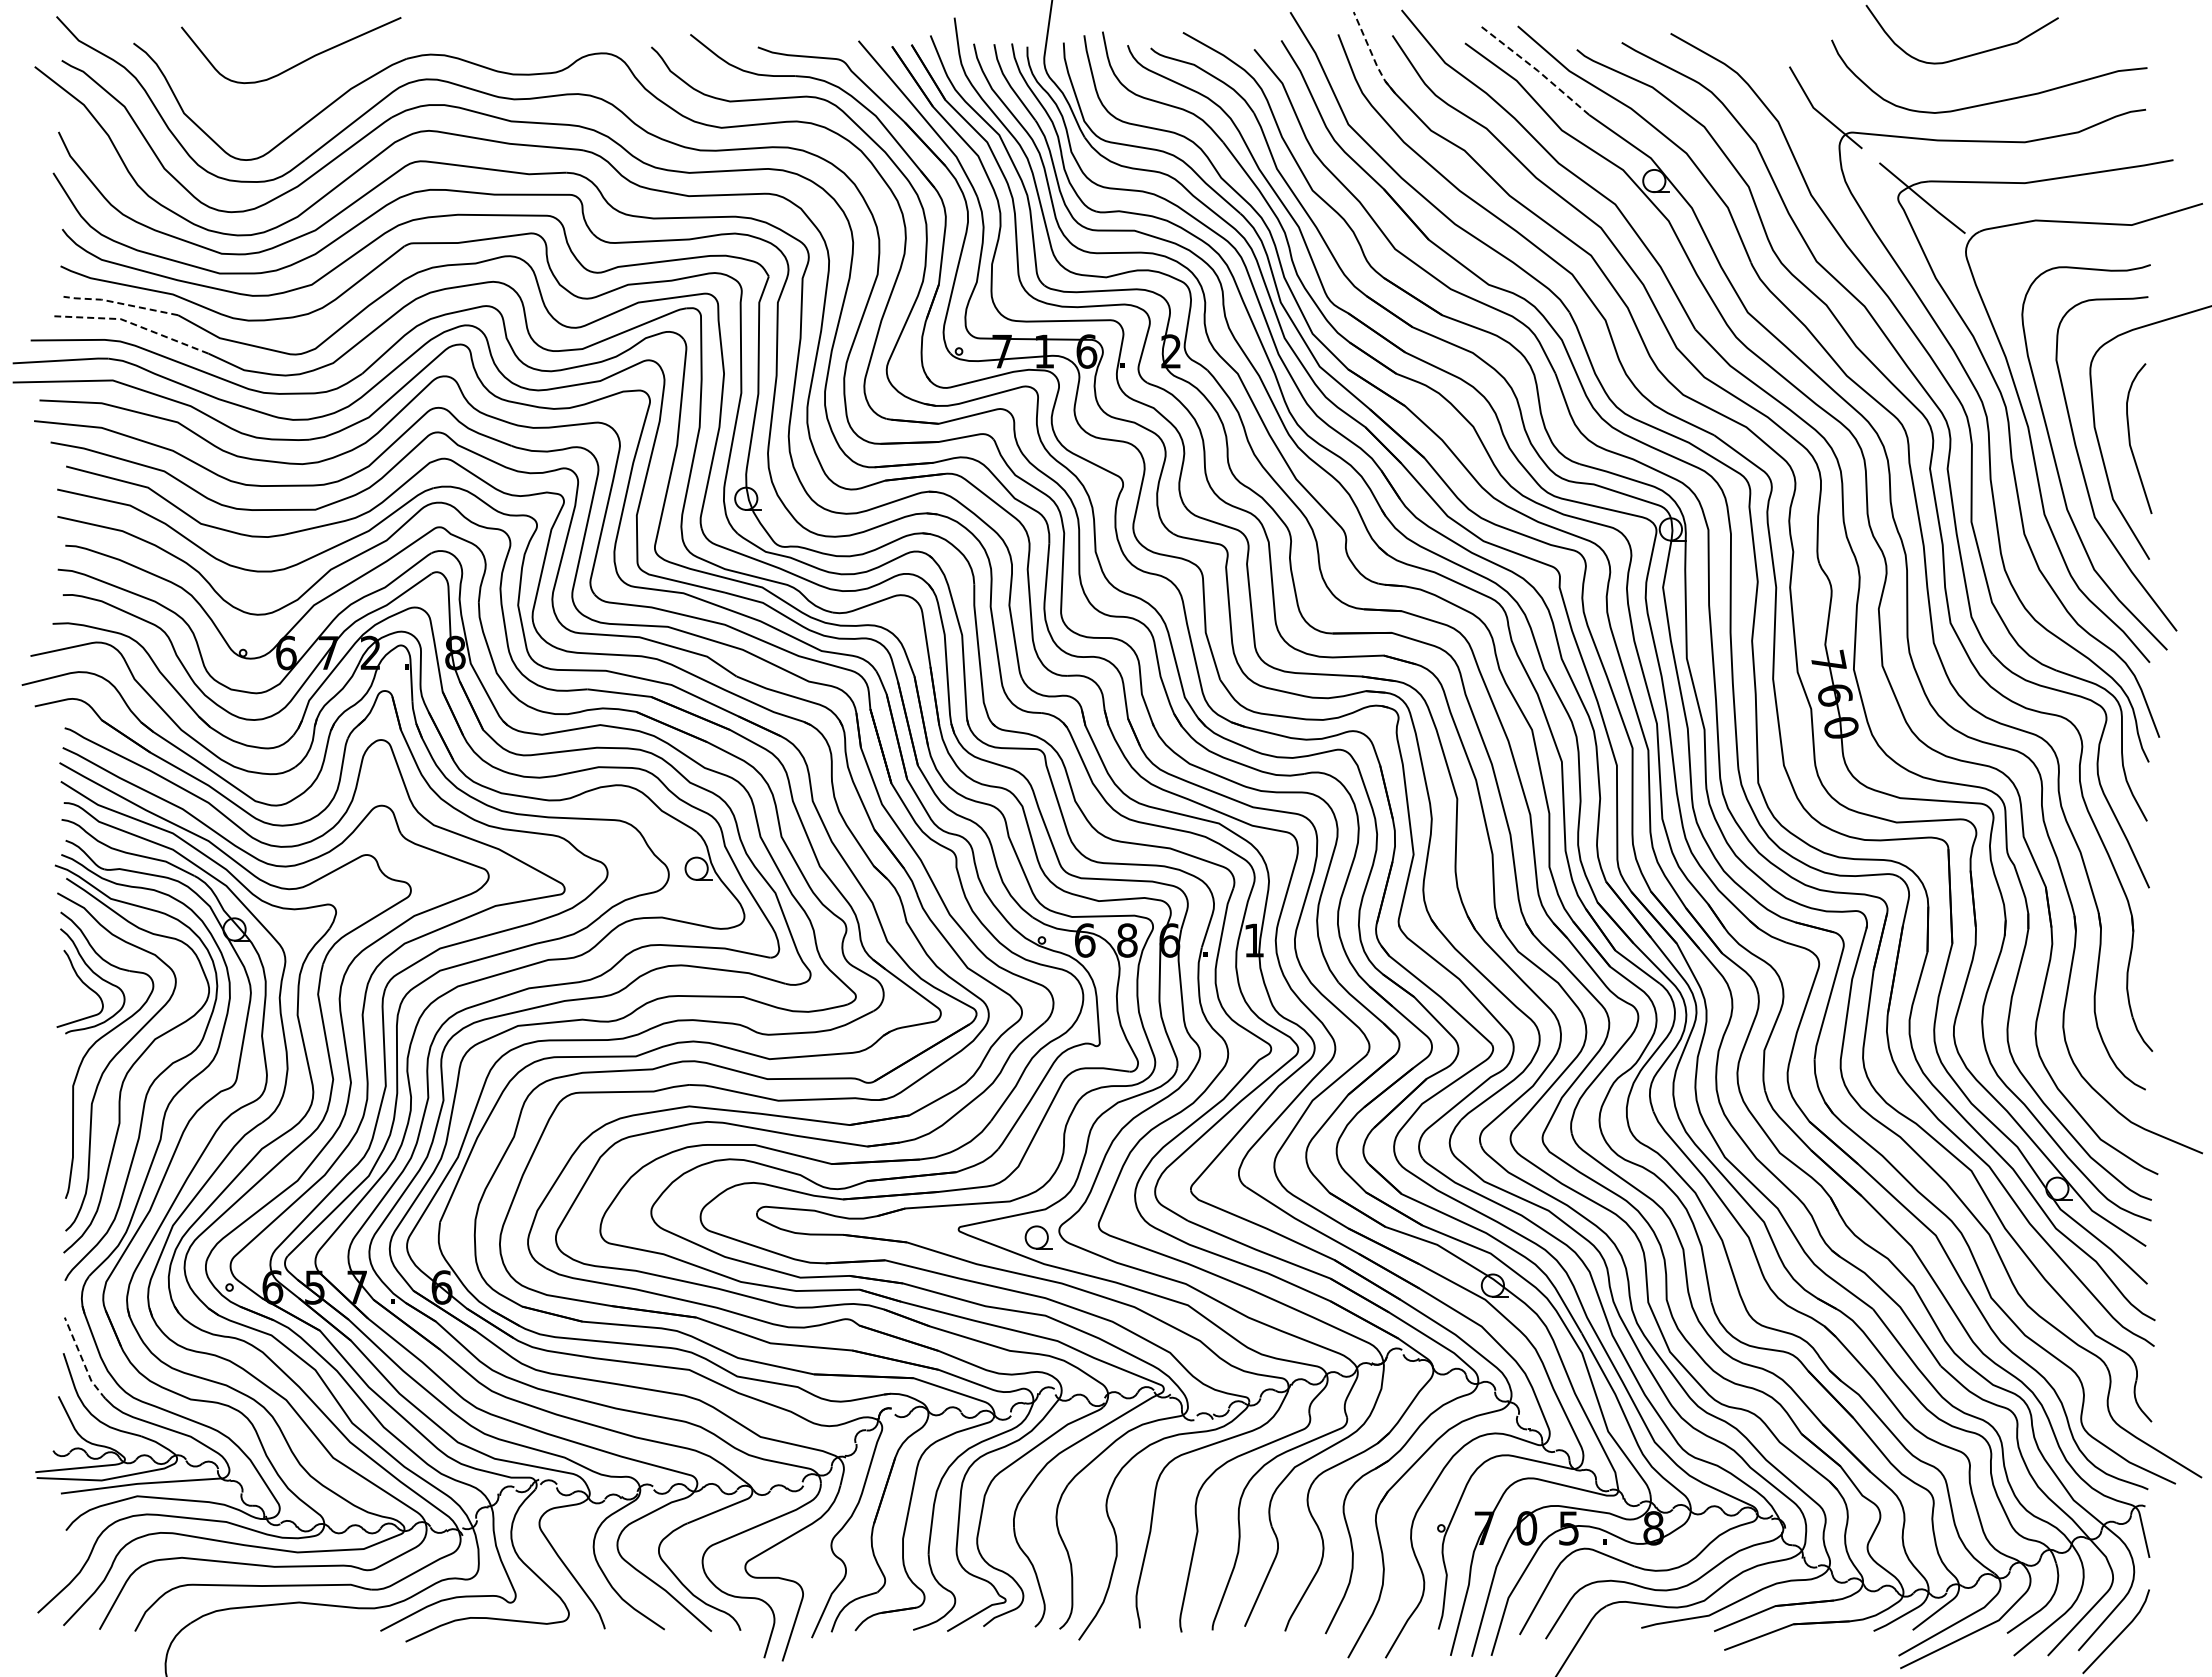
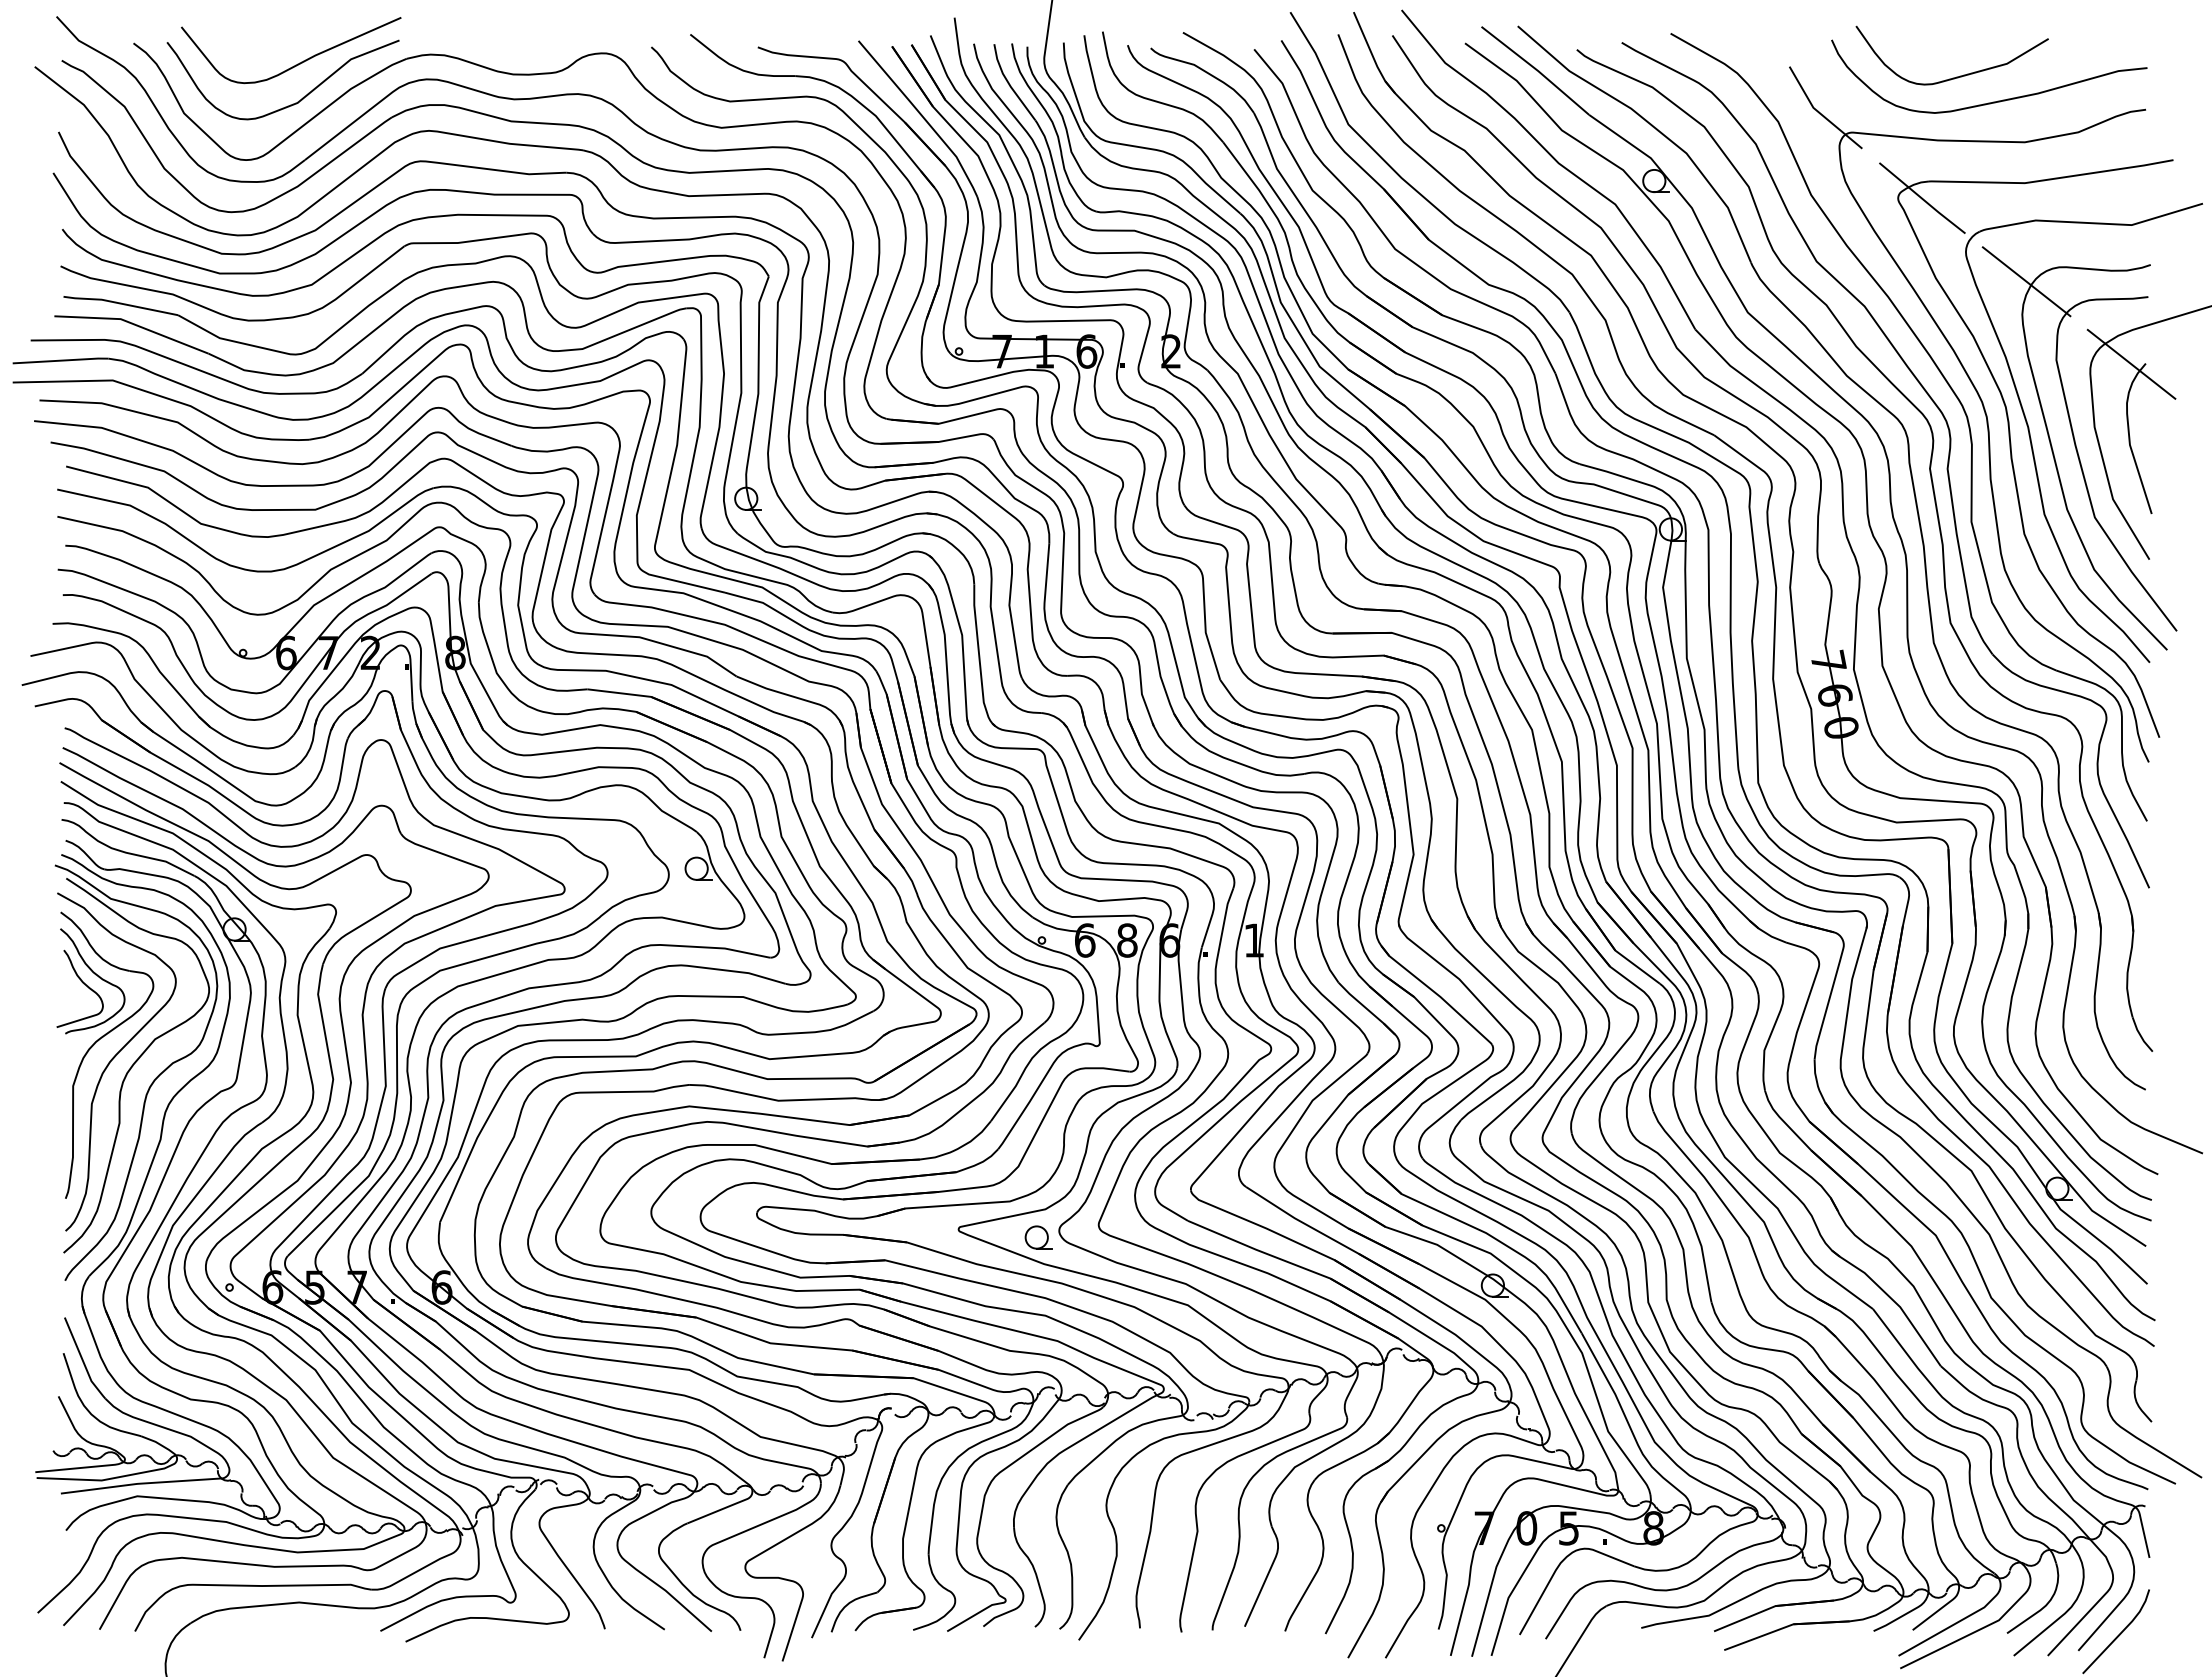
line at (1372, 55): dashed -> solid
curve at (1966, 55) position: (1966, 55) -> (1956, 76)
line at (1536, 69): dashed -> solid
curve at (290, 104): none -> present
line at (2026, 281): none -> present
line at (119, 303): dashed -> solid
line at (132, 323): dashed -> solid
line at (2131, 363): none -> present
line at (83, 1361): dashed -> solid
